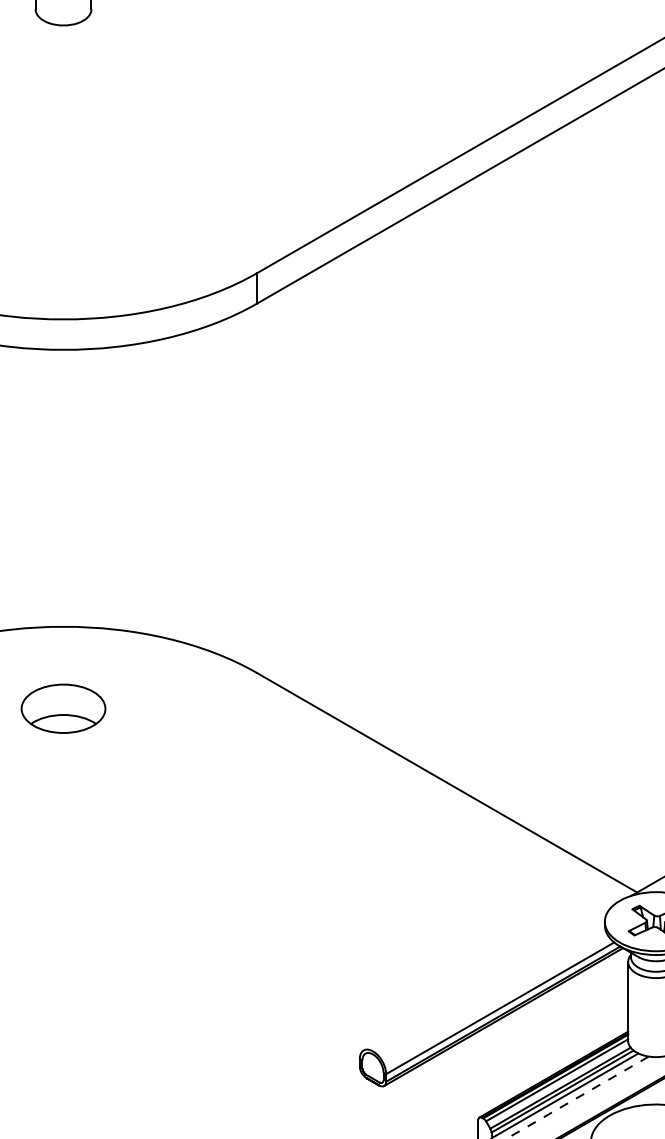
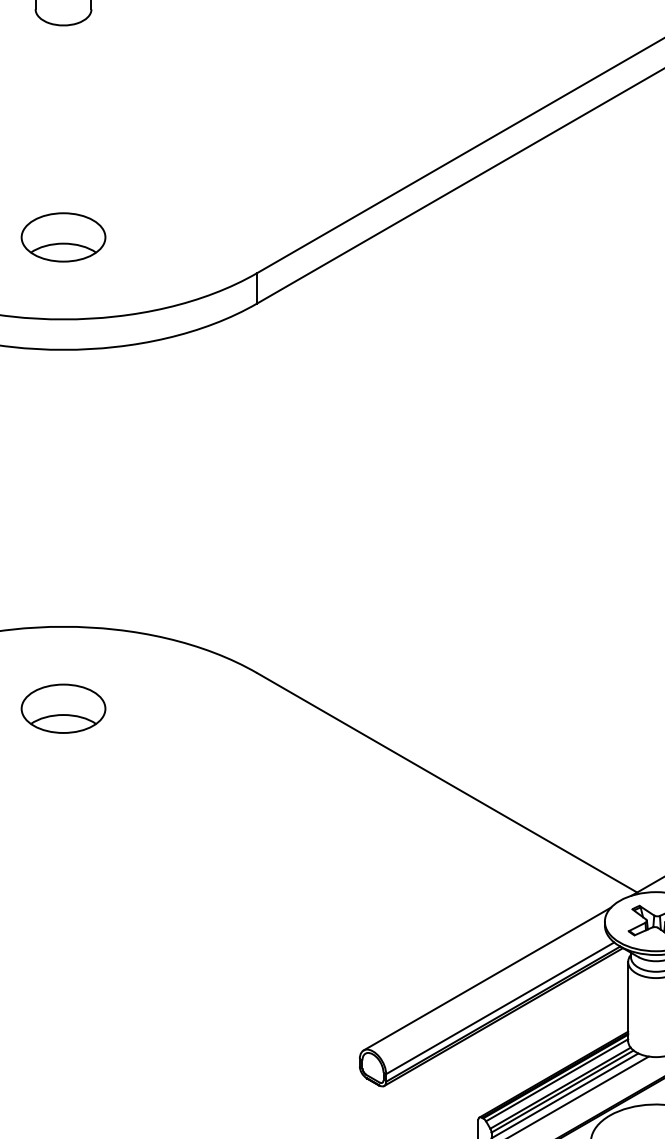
part at (63, 237): none -> present
line at (487, 978): none -> present
line at (578, 1097): dashed -> solid
